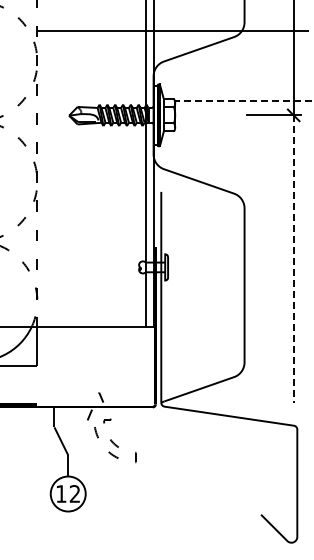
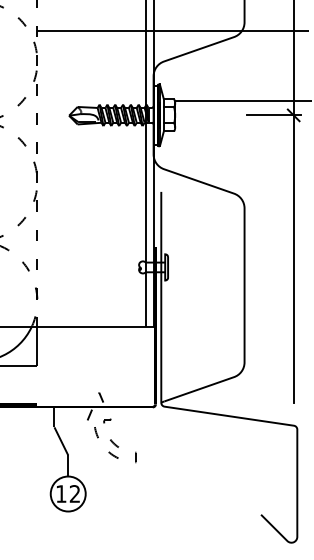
line at (243, 100): dashed -> solid
line at (293, 259): dashed -> solid
